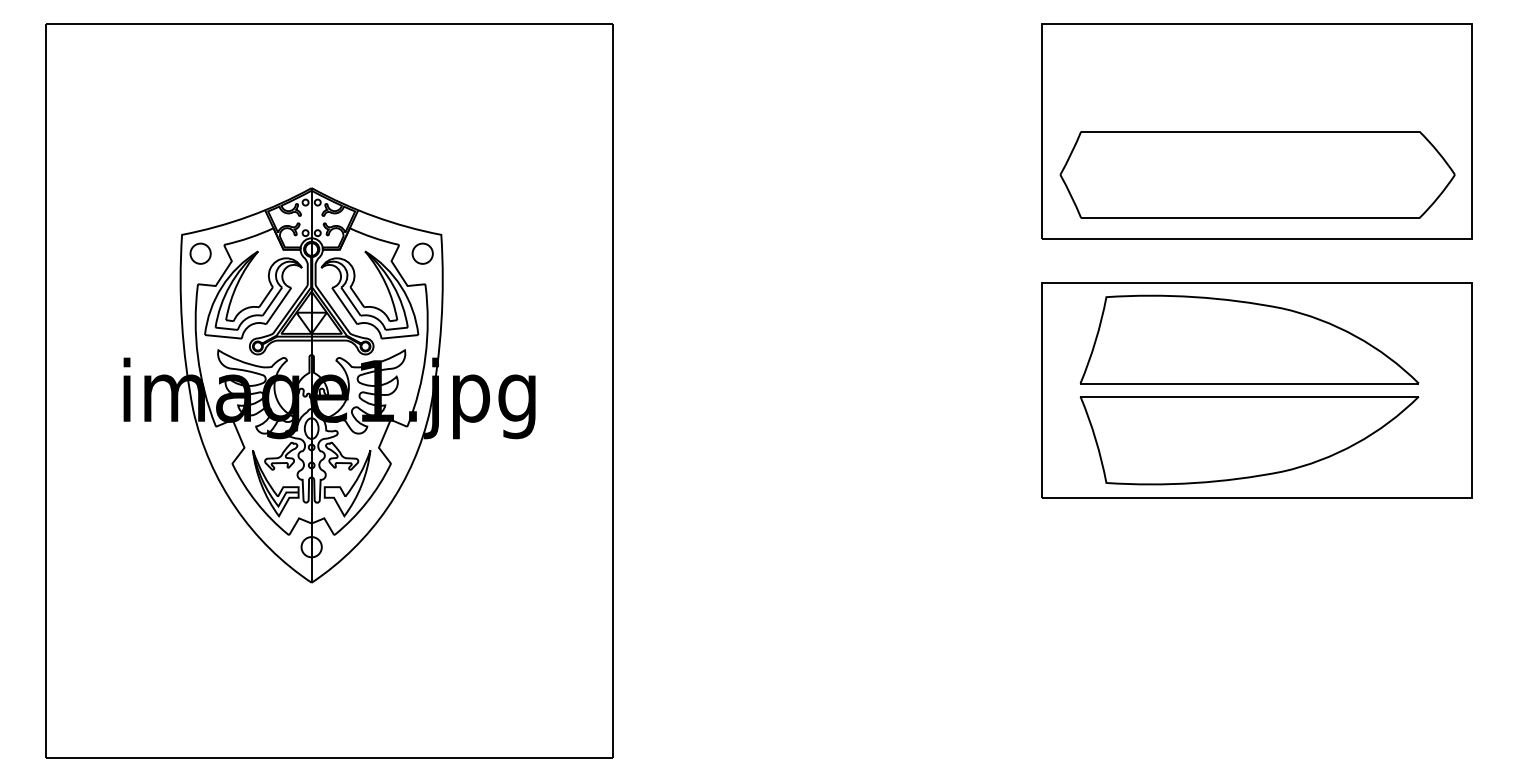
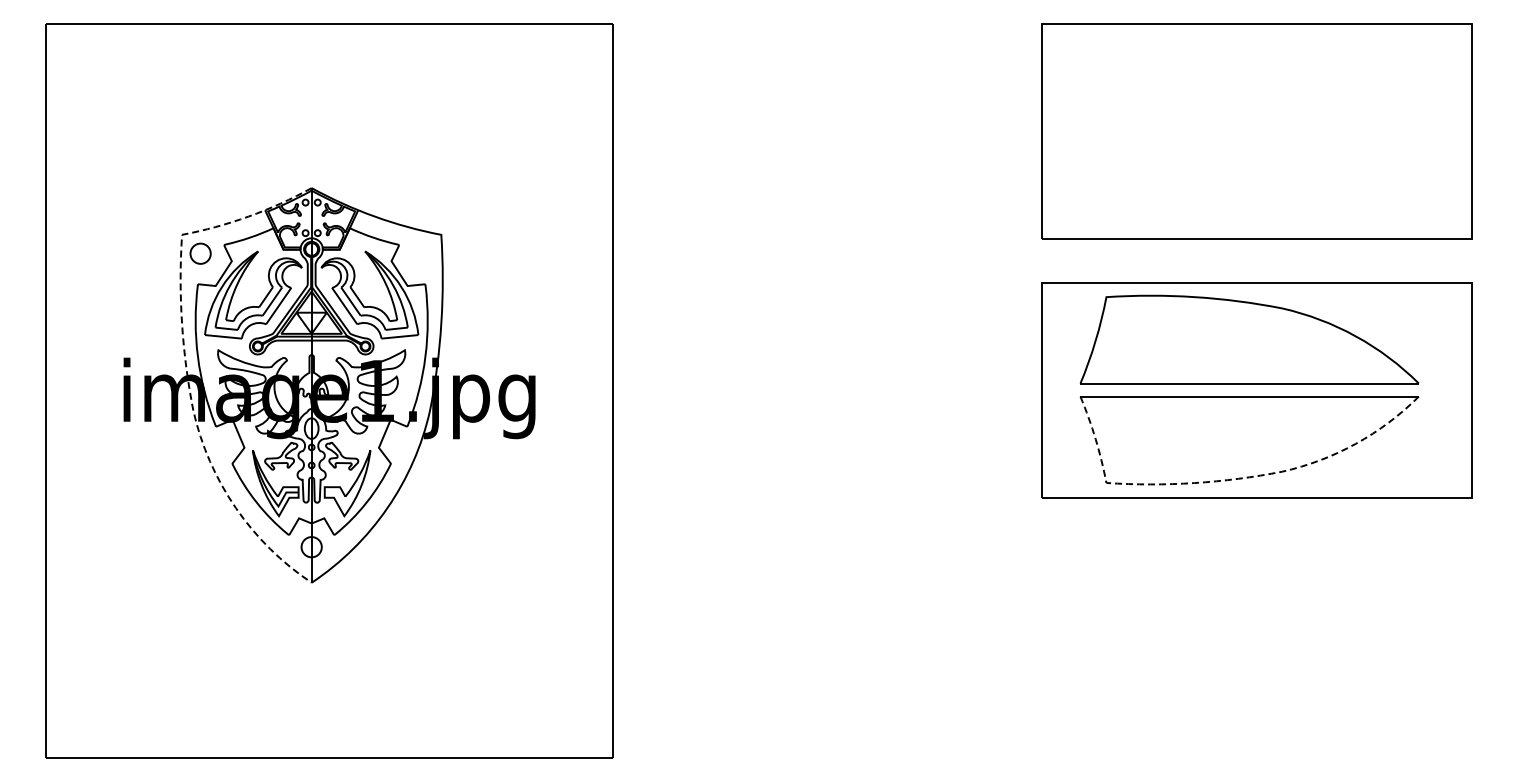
part at (1257, 174): present -> none
circle at (422, 253): present -> none
line at (185, 364): solid -> dashed
line at (1228, 480): solid -> dashed
